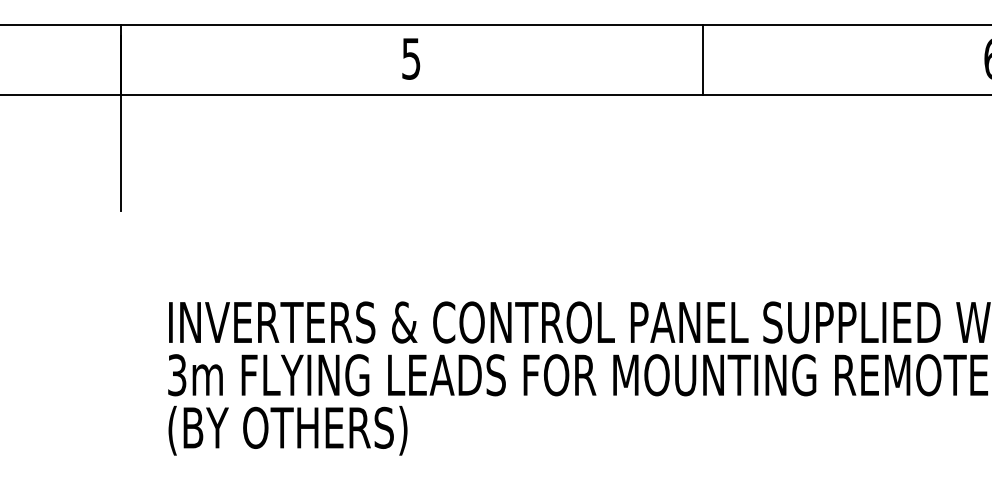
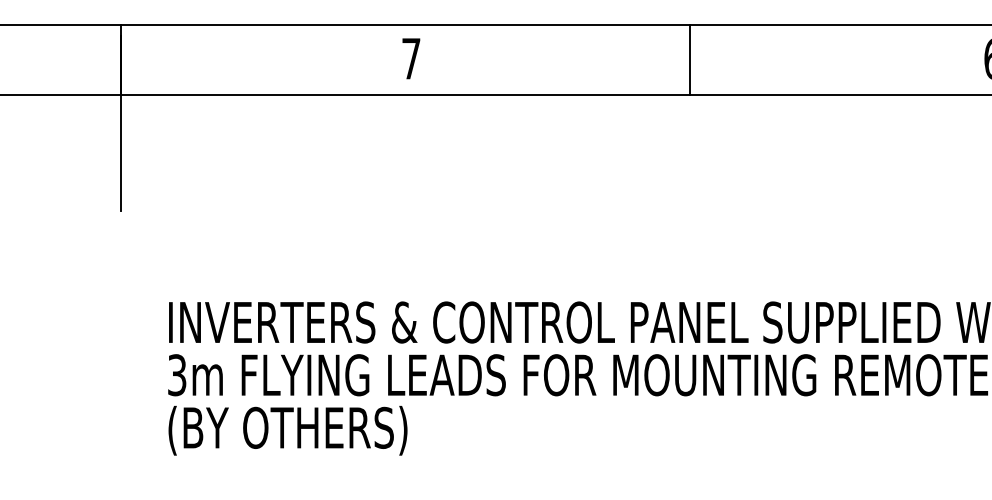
text at (411, 58): 5 -> 7
line at (703, 59) position: (703, 59) -> (690, 59)
